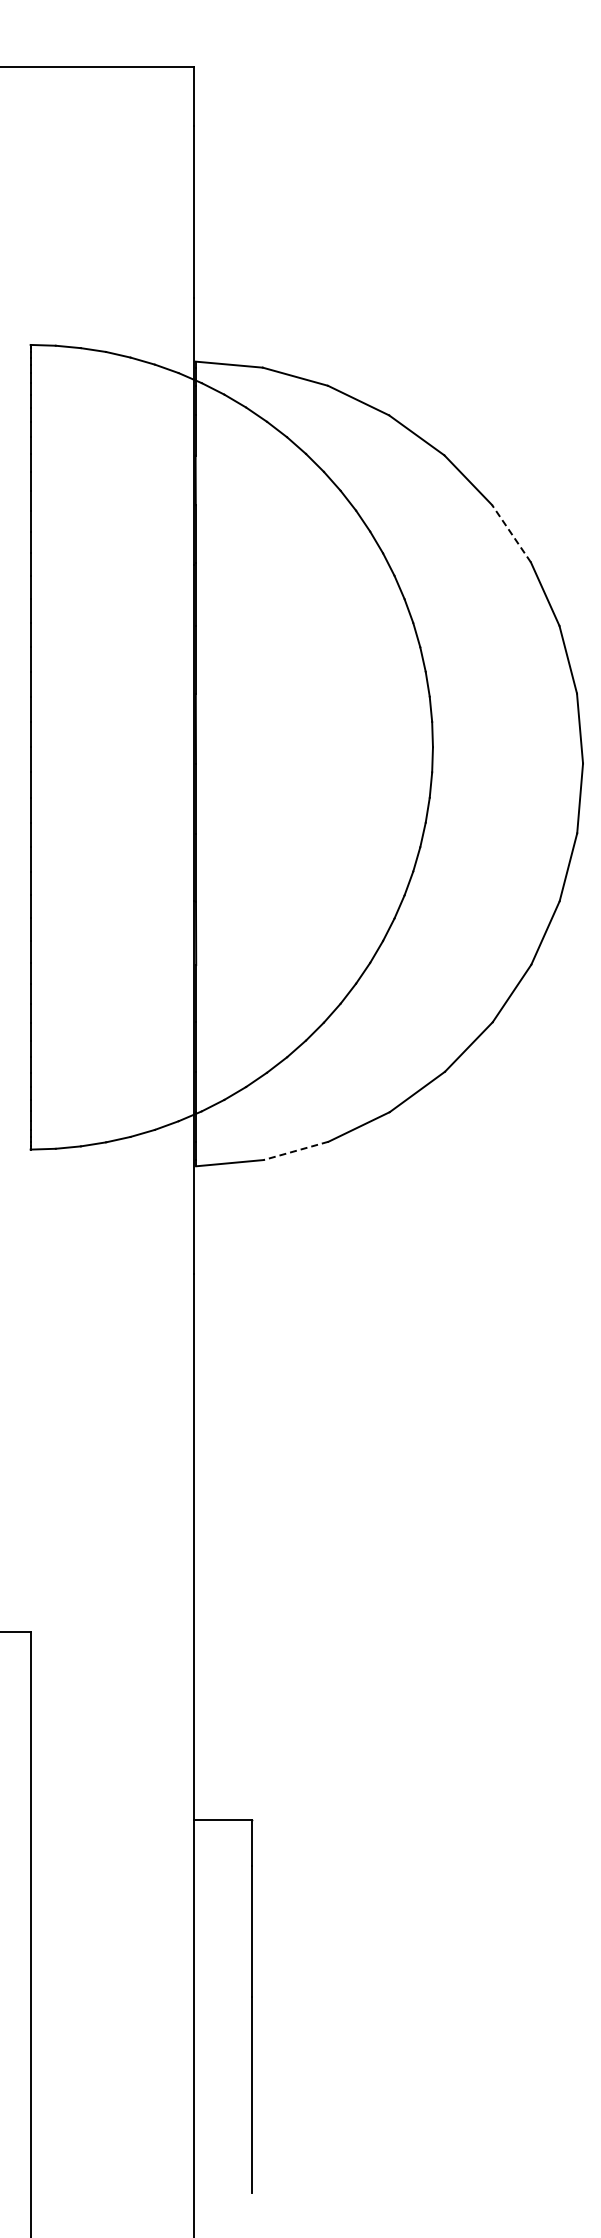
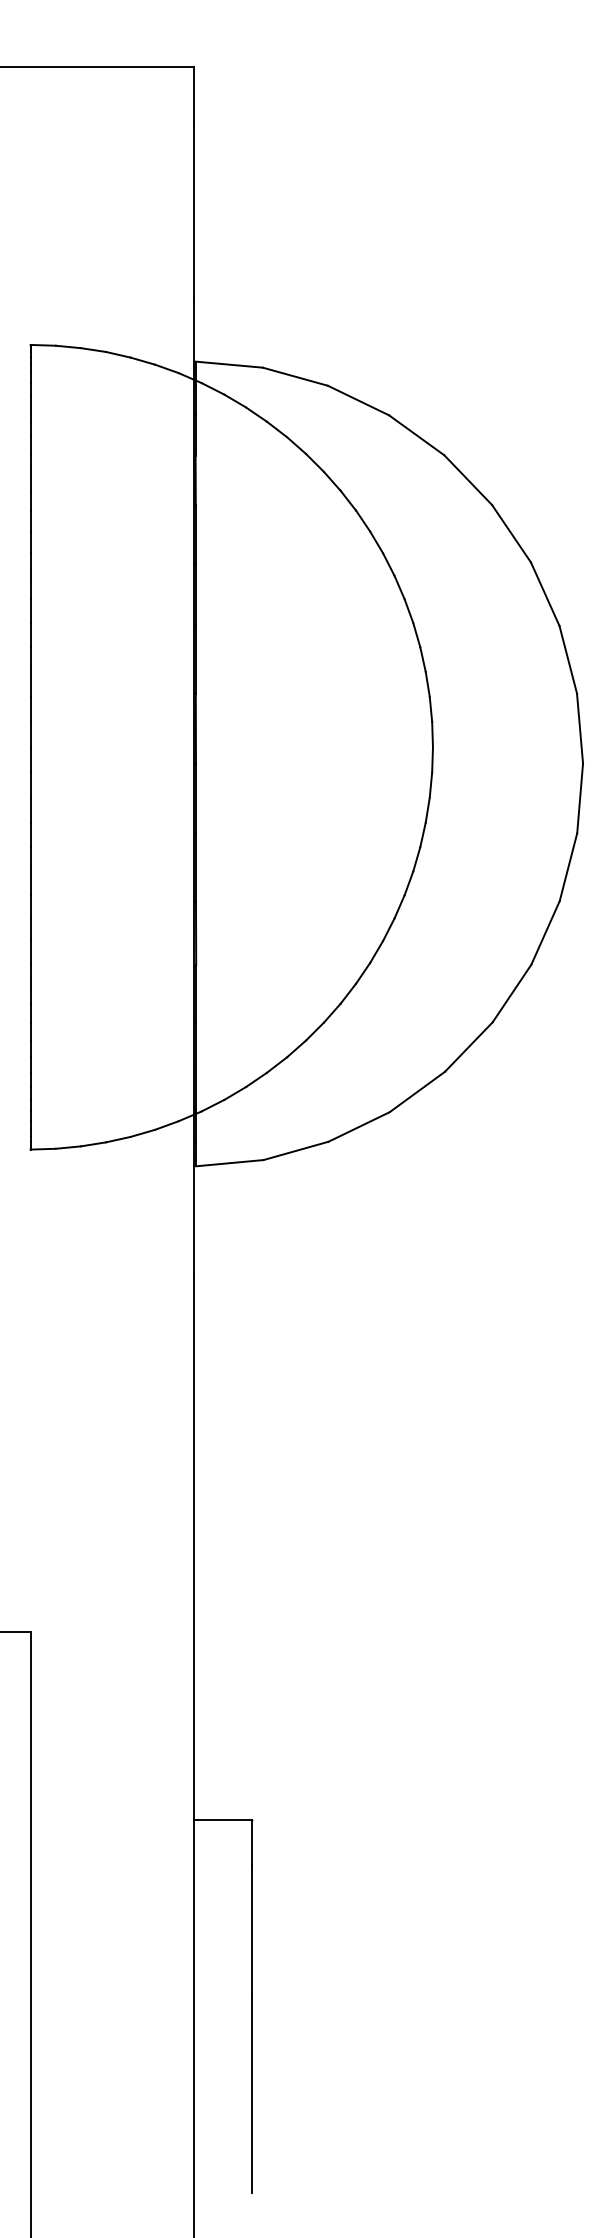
line at (511, 533): dashed -> solid
line at (296, 1150): dashed -> solid
